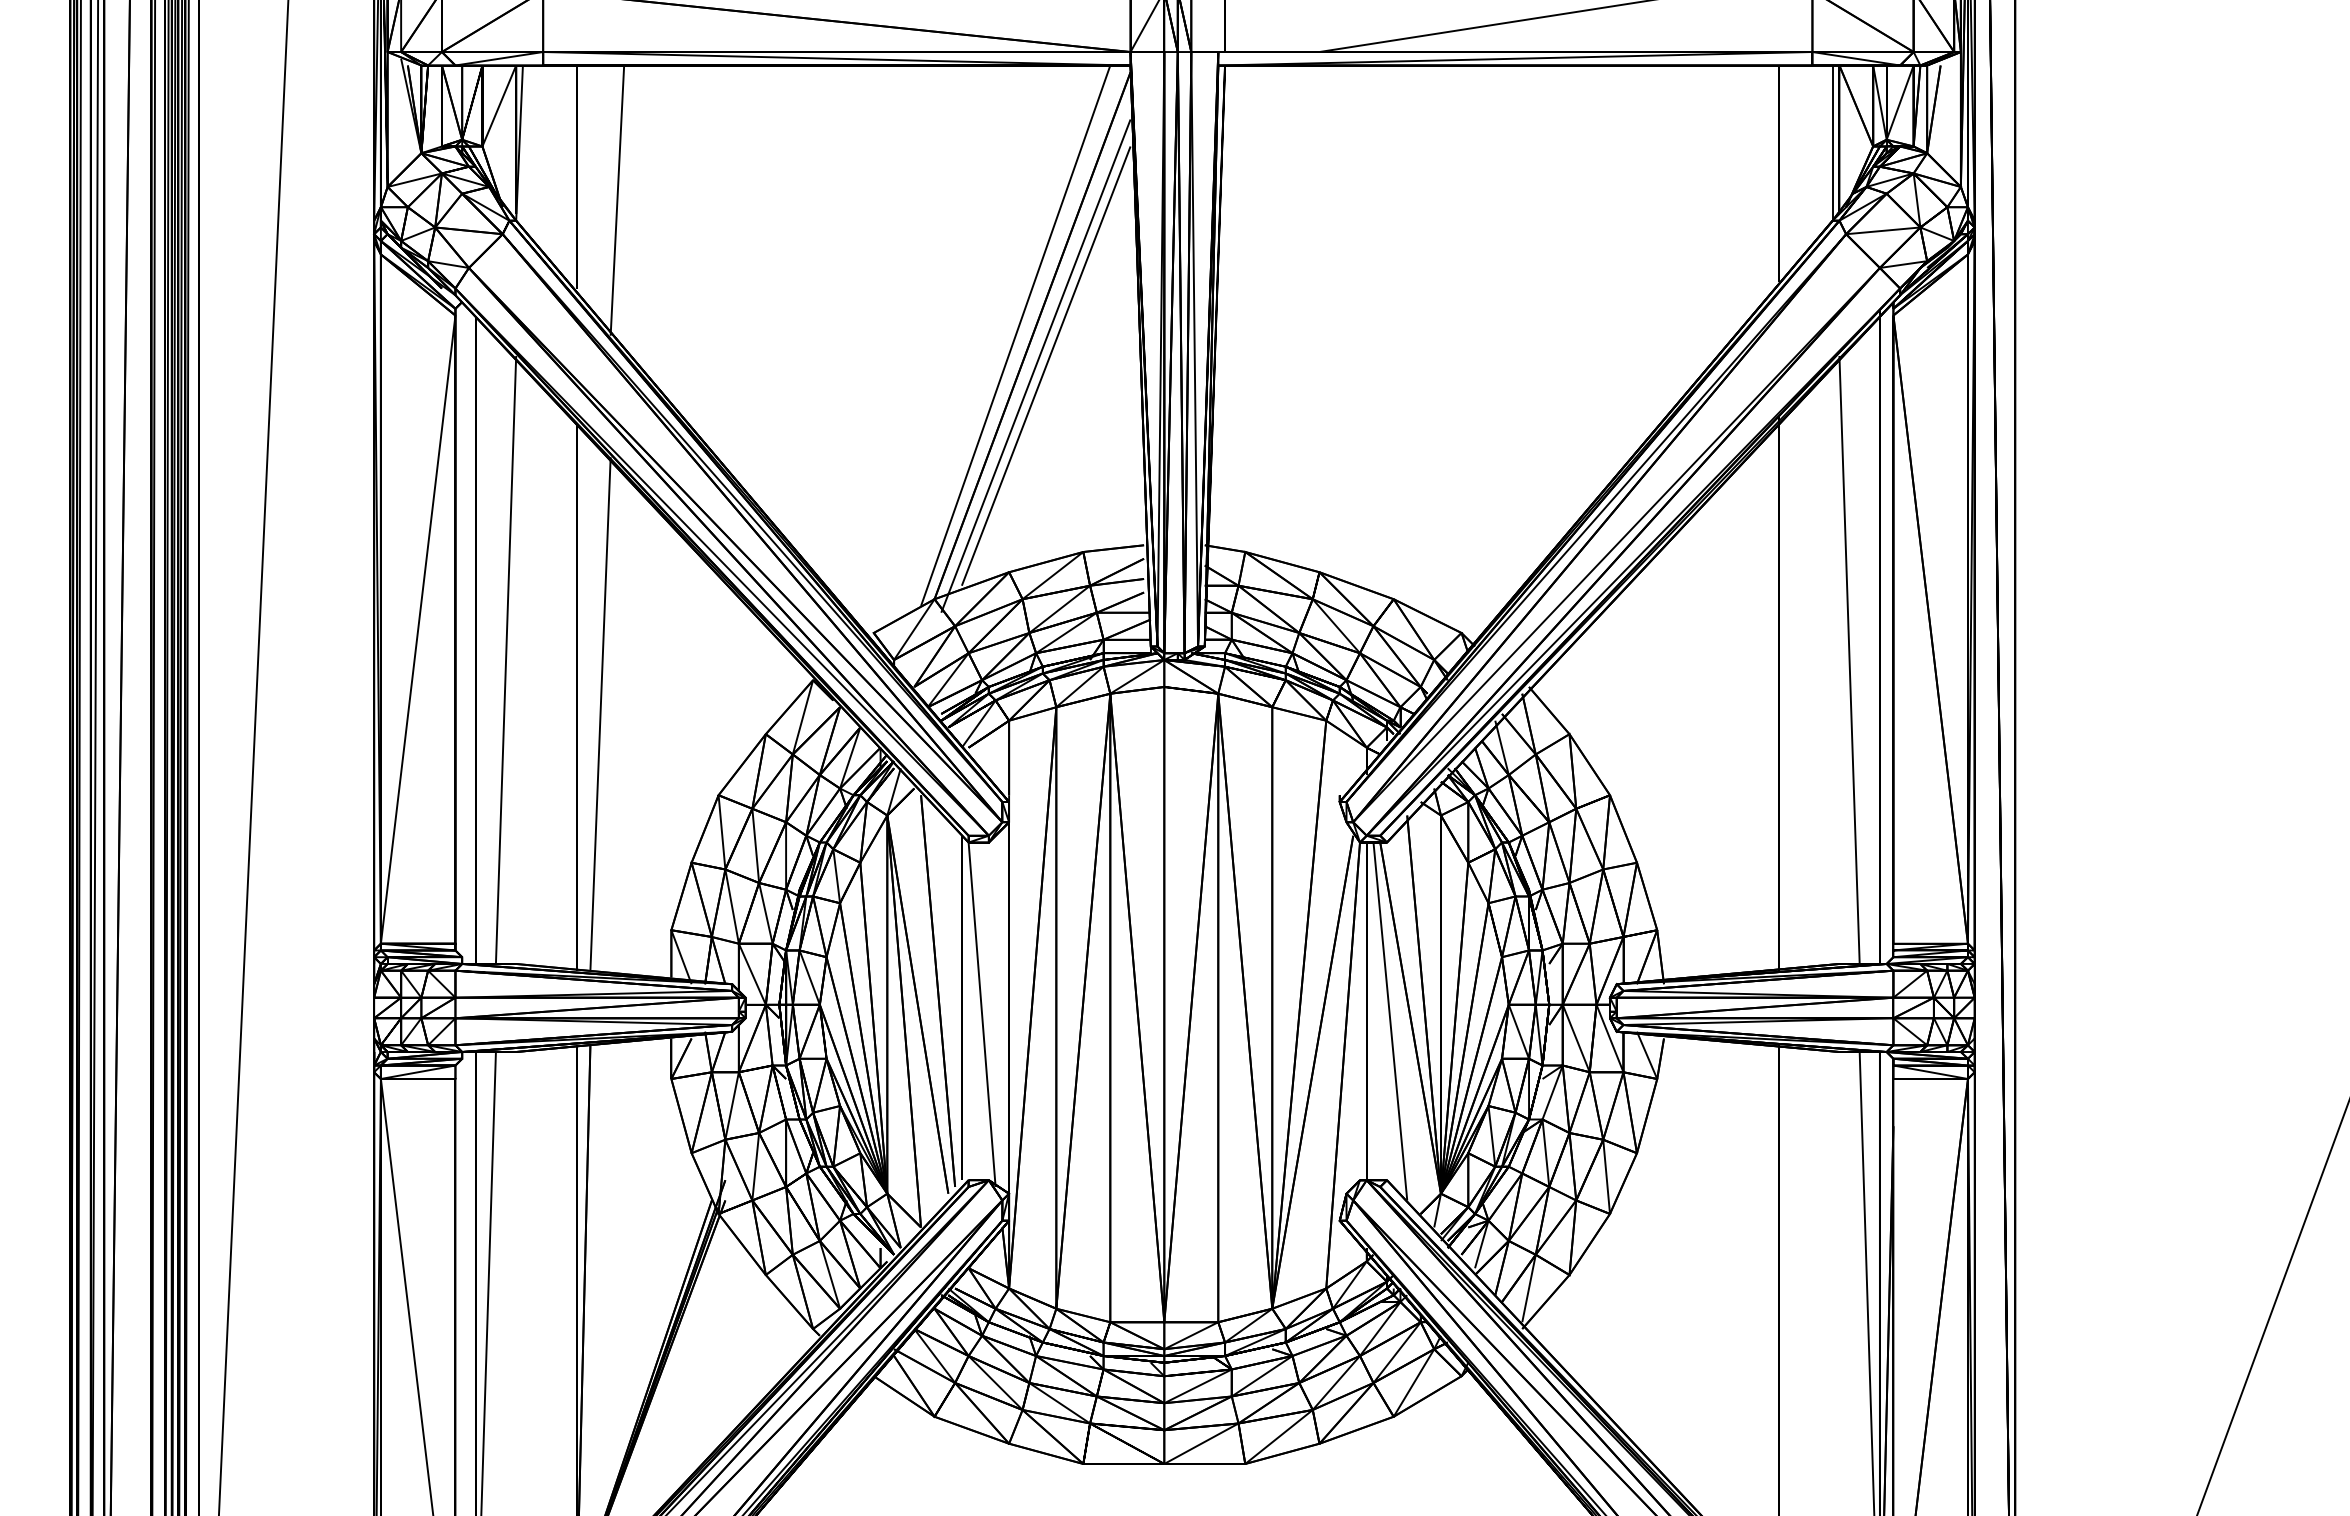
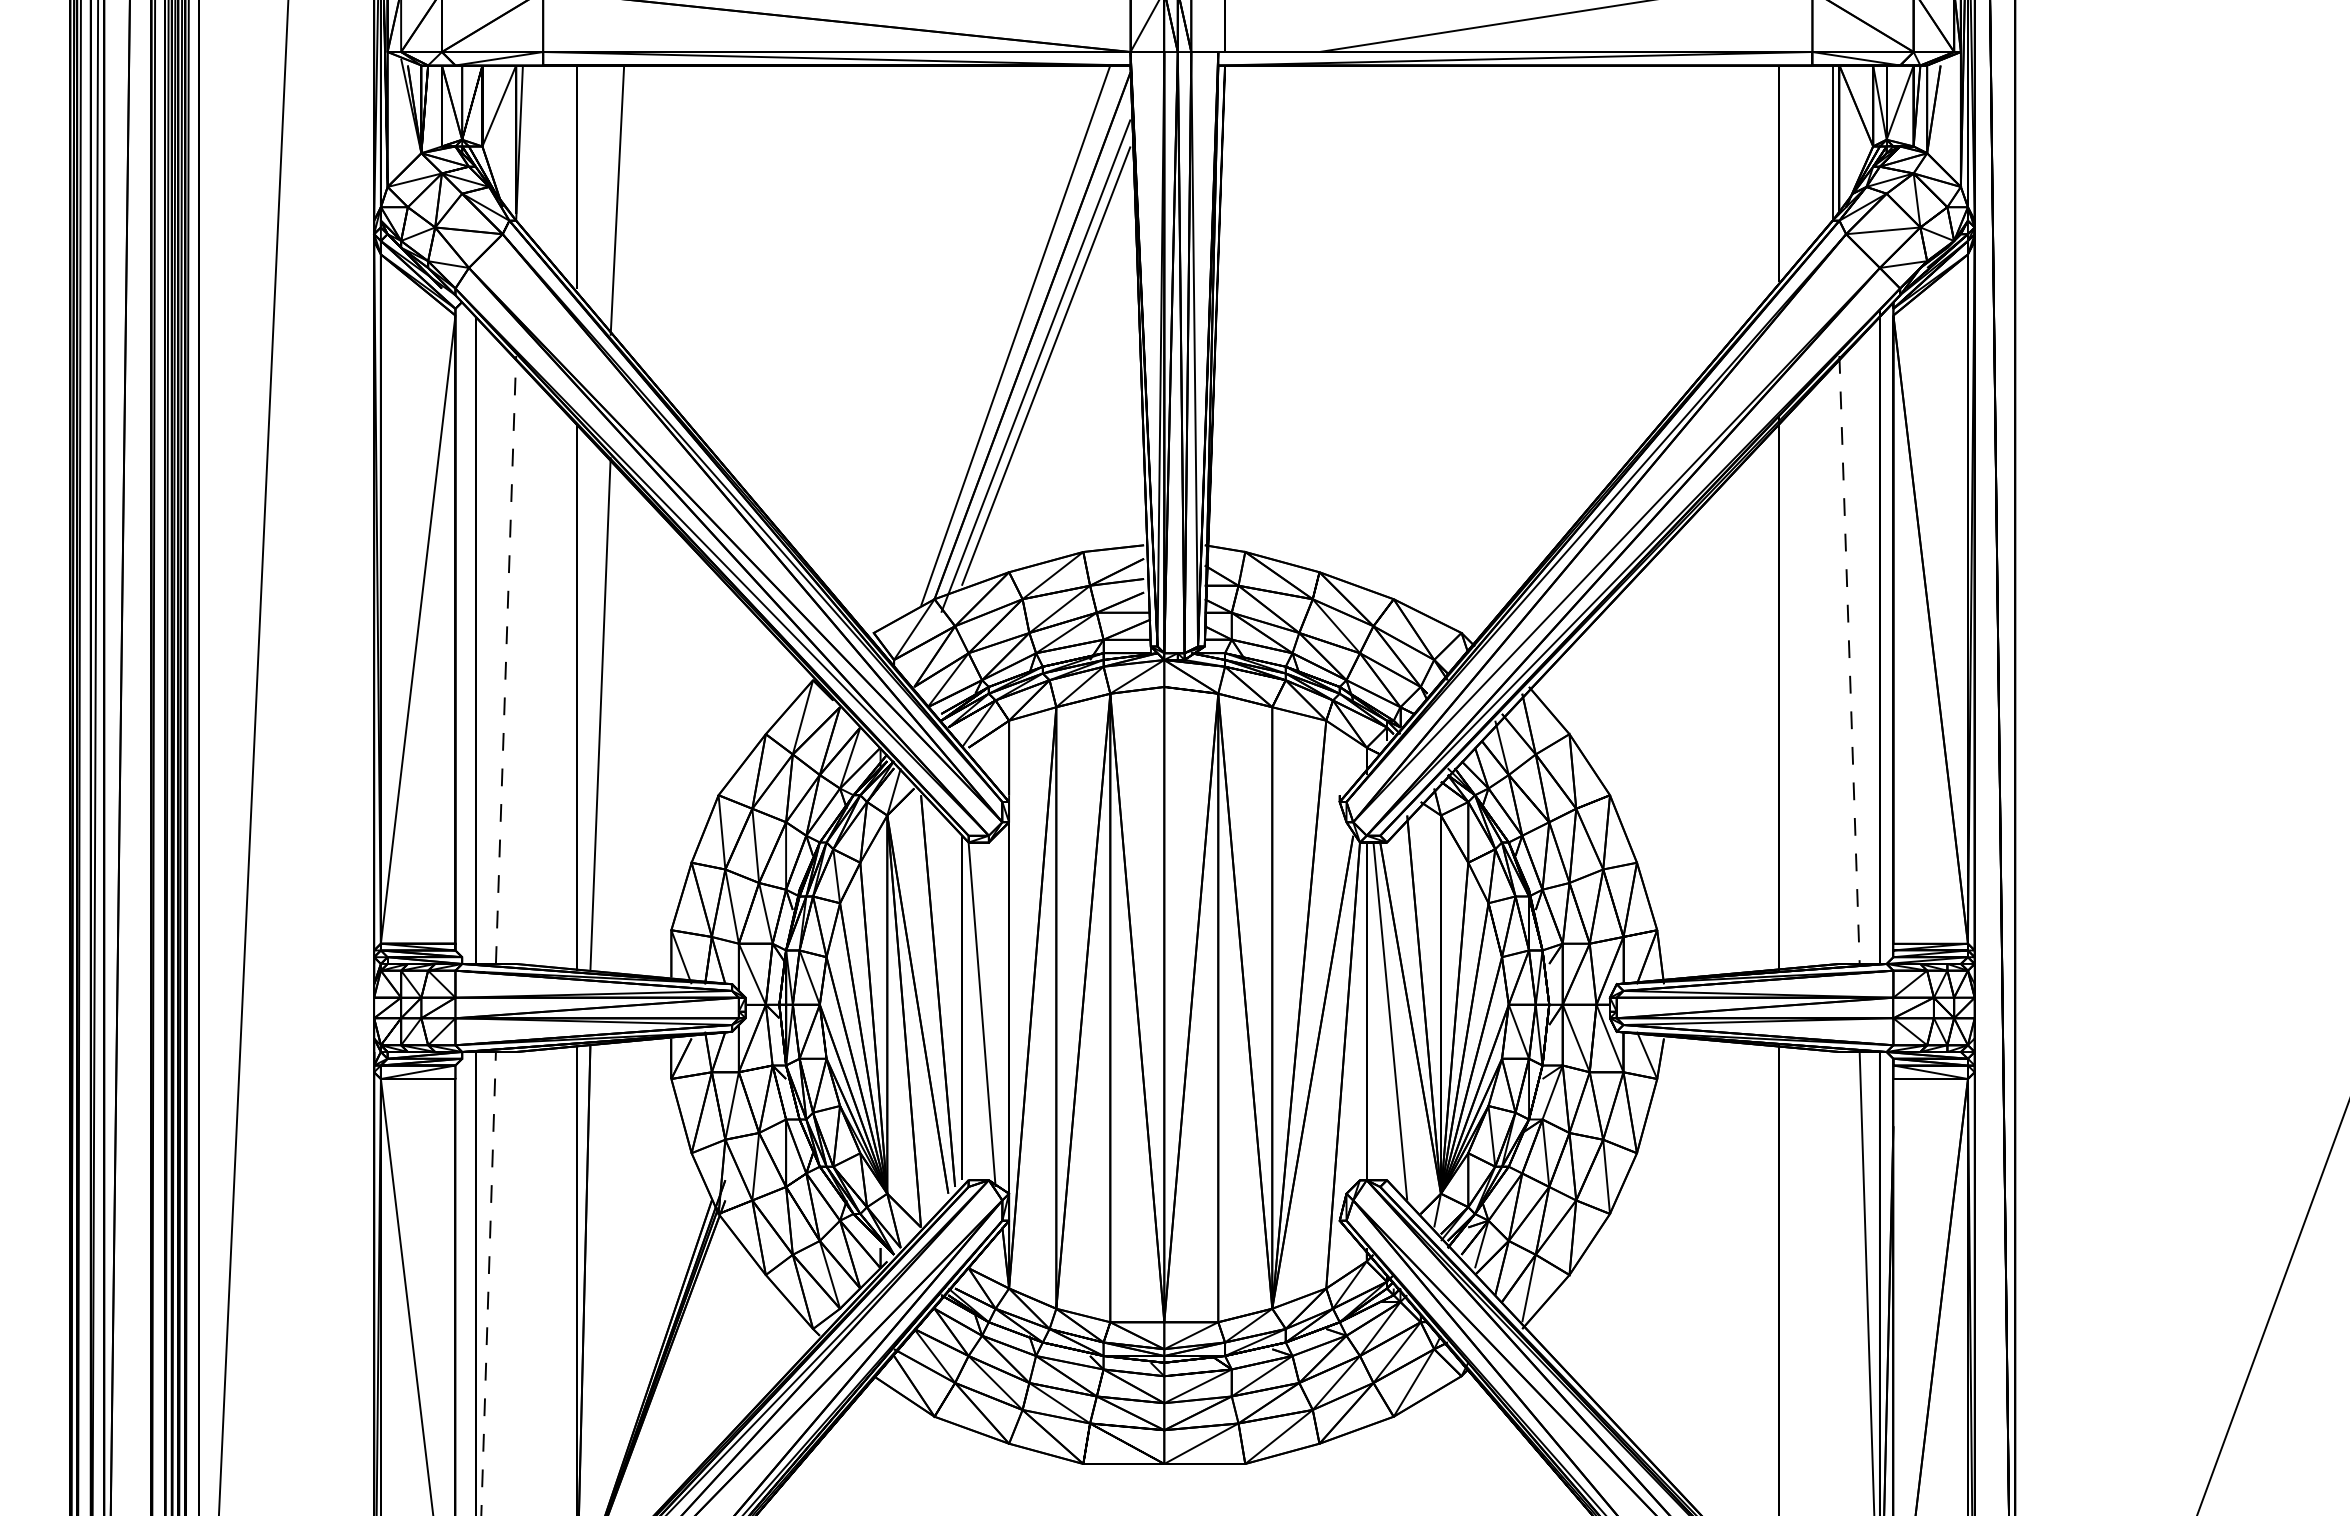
line at (506, 659): solid -> dashed
line at (1849, 660): solid -> dashed
line at (488, 1283): solid -> dashed
